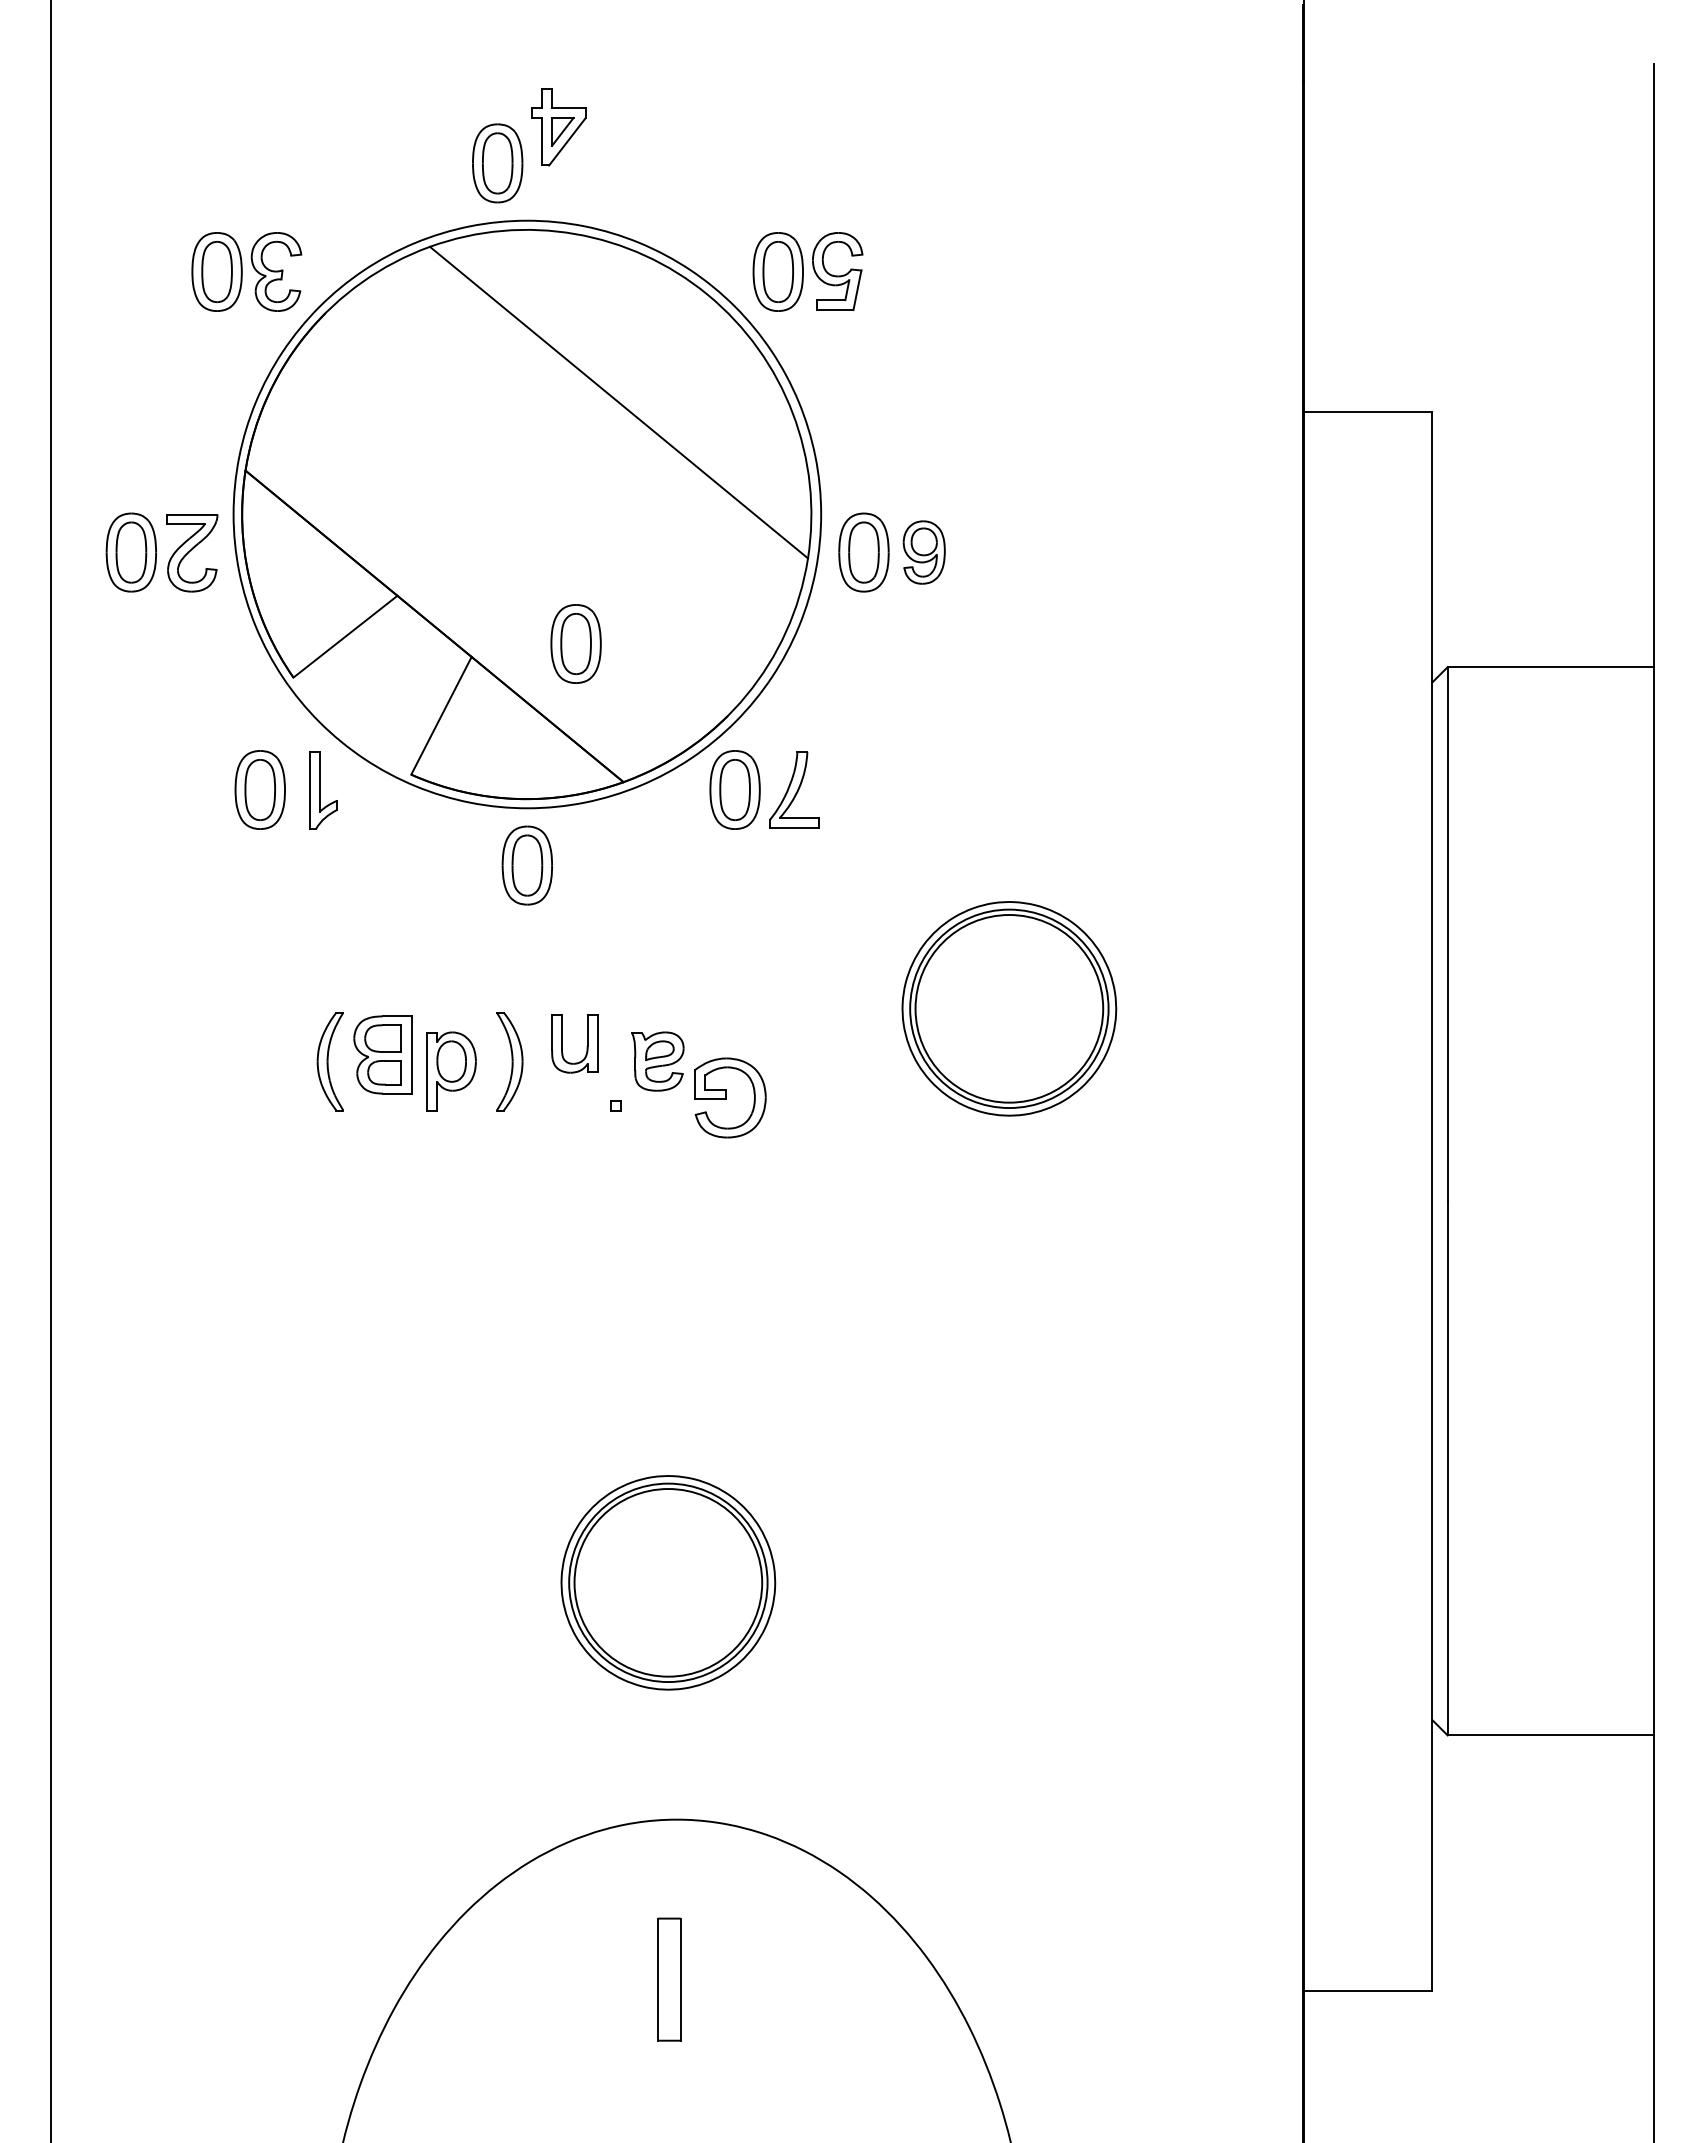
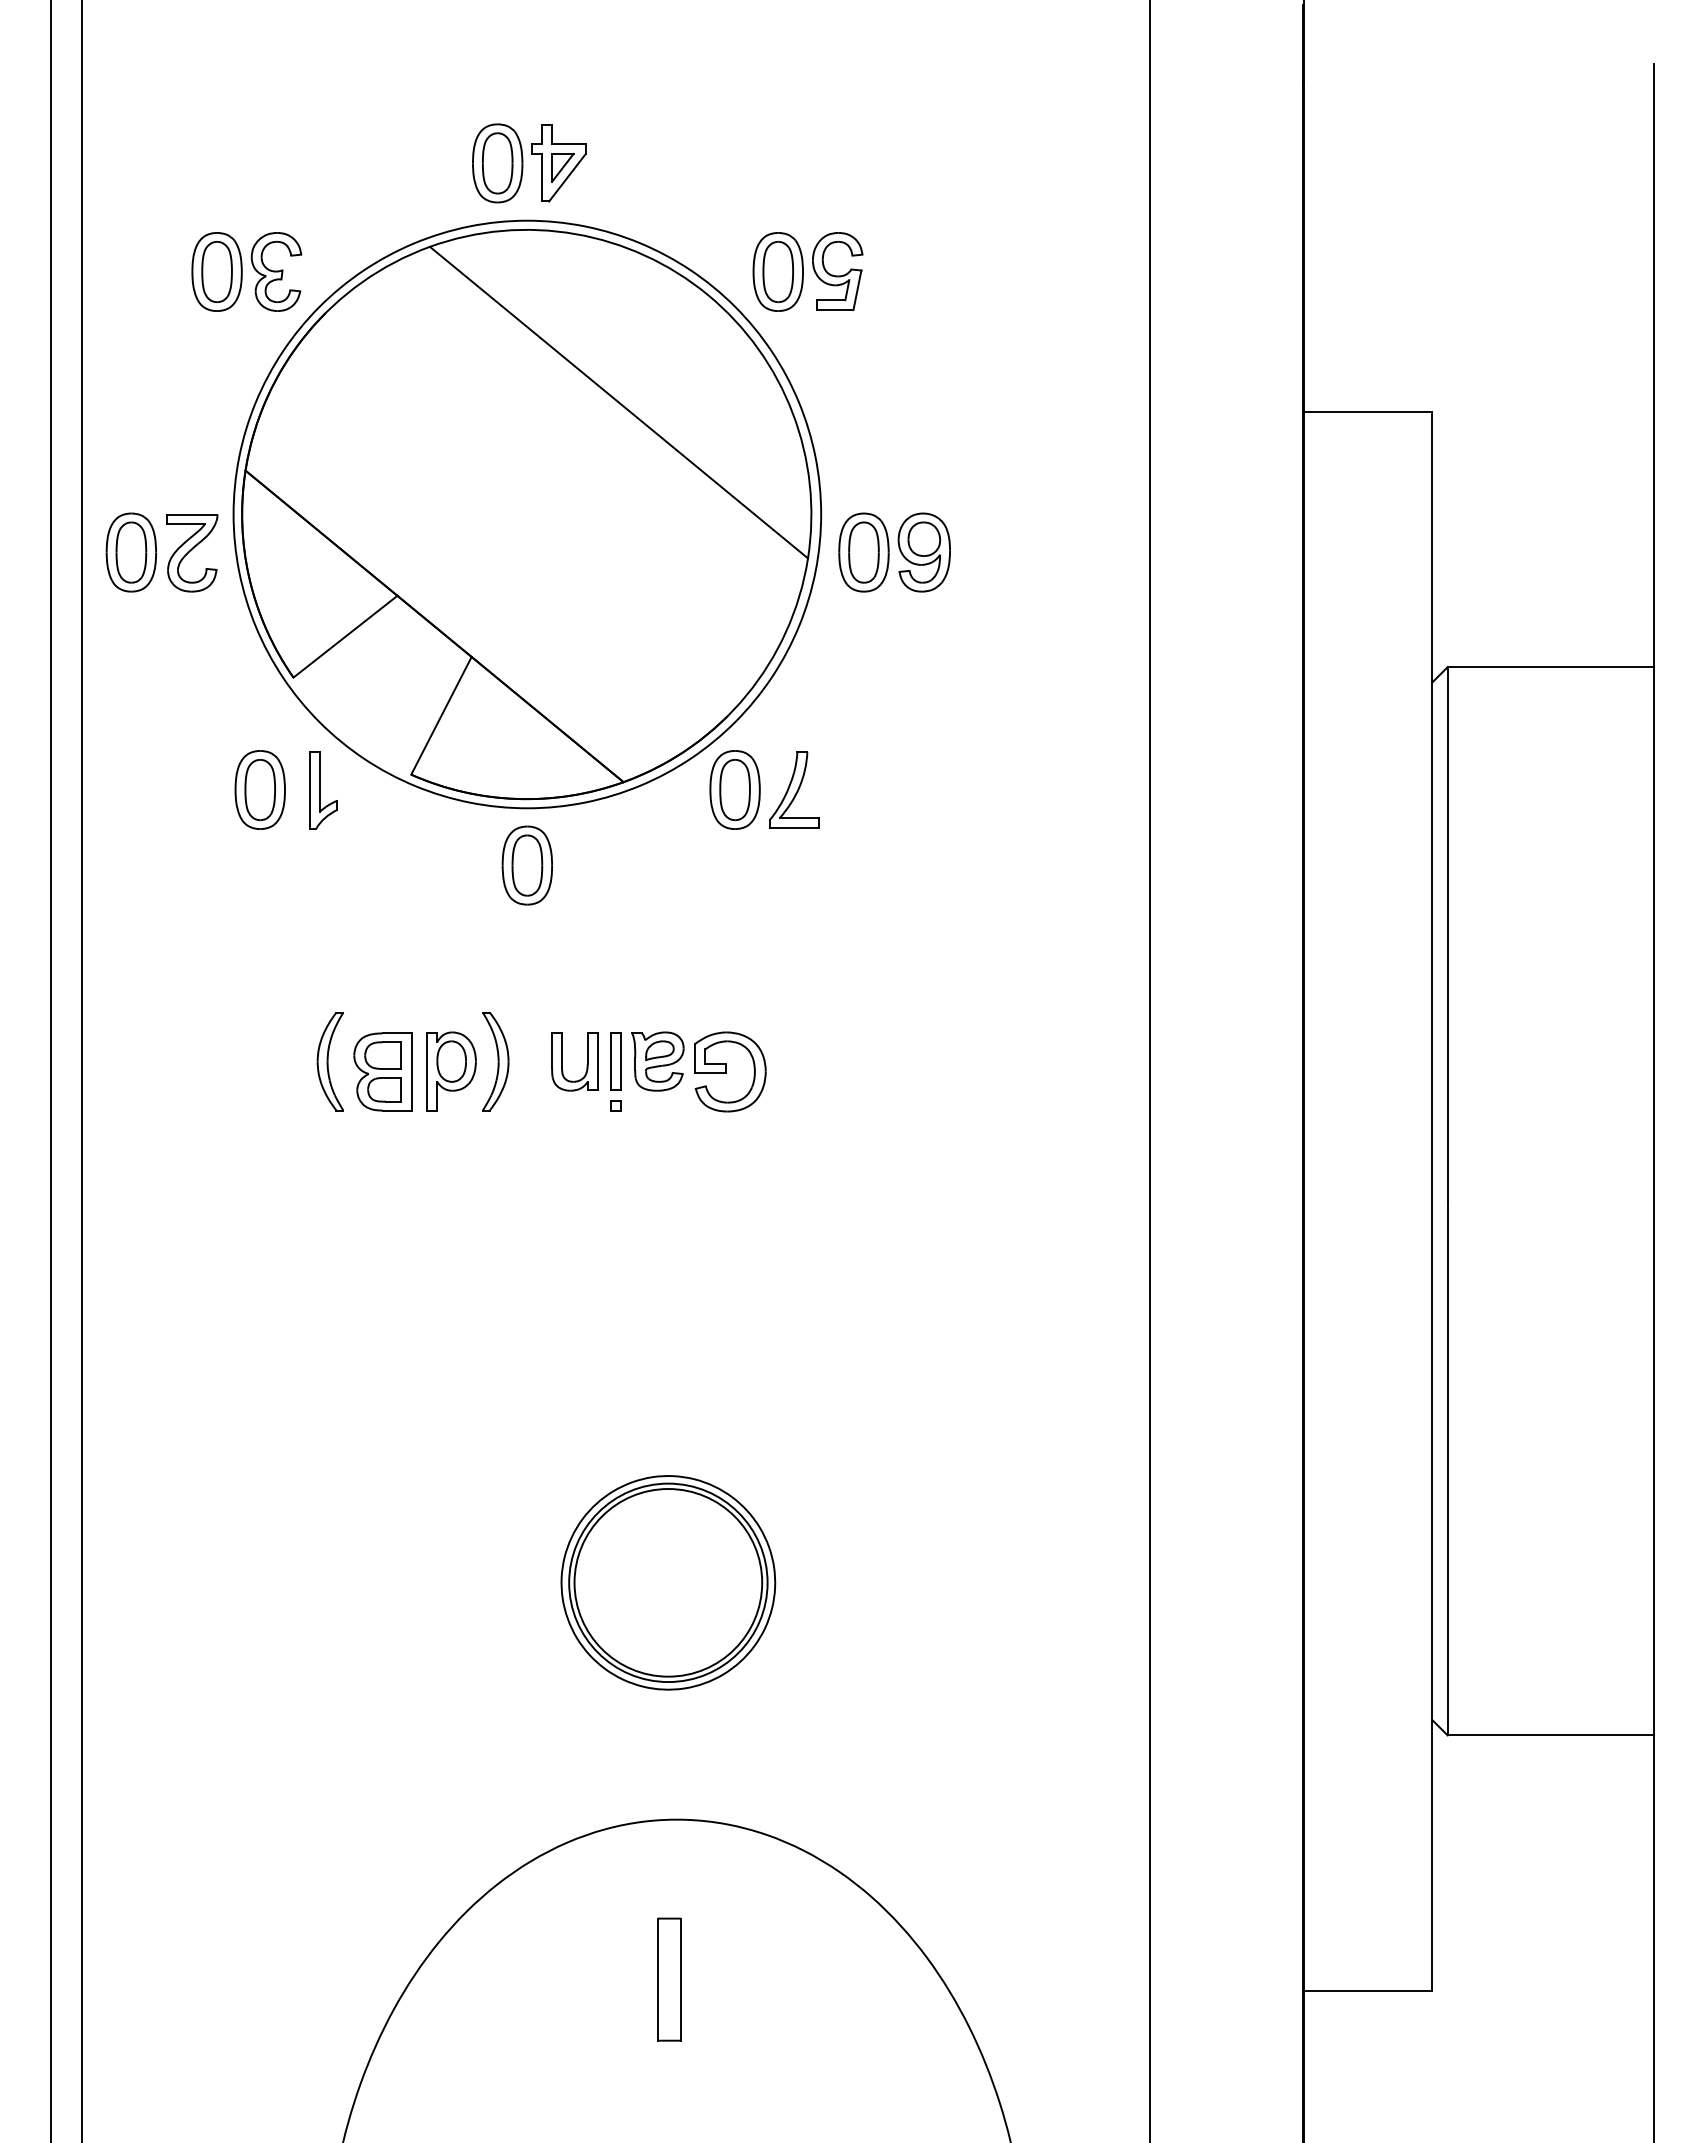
part at (558, 127) position: (558, 127) -> (558, 163)
part at (923, 552) size: 44x65 px -> 54x81 px
part at (575, 643): present -> none
part at (1009, 1008): present -> none
part at (562, 1043) position: (562, 1043) -> (562, 1061)
part at (382, 1054) position: (382, 1054) -> (382, 1071)
part at (509, 1061) position: (509, 1061) -> (495, 1061)
part at (615, 1061): none -> present
line at (81, 1070): none -> present
line at (1150, 1070): none -> present
part at (730, 1097) position: (730, 1097) -> (730, 1071)
